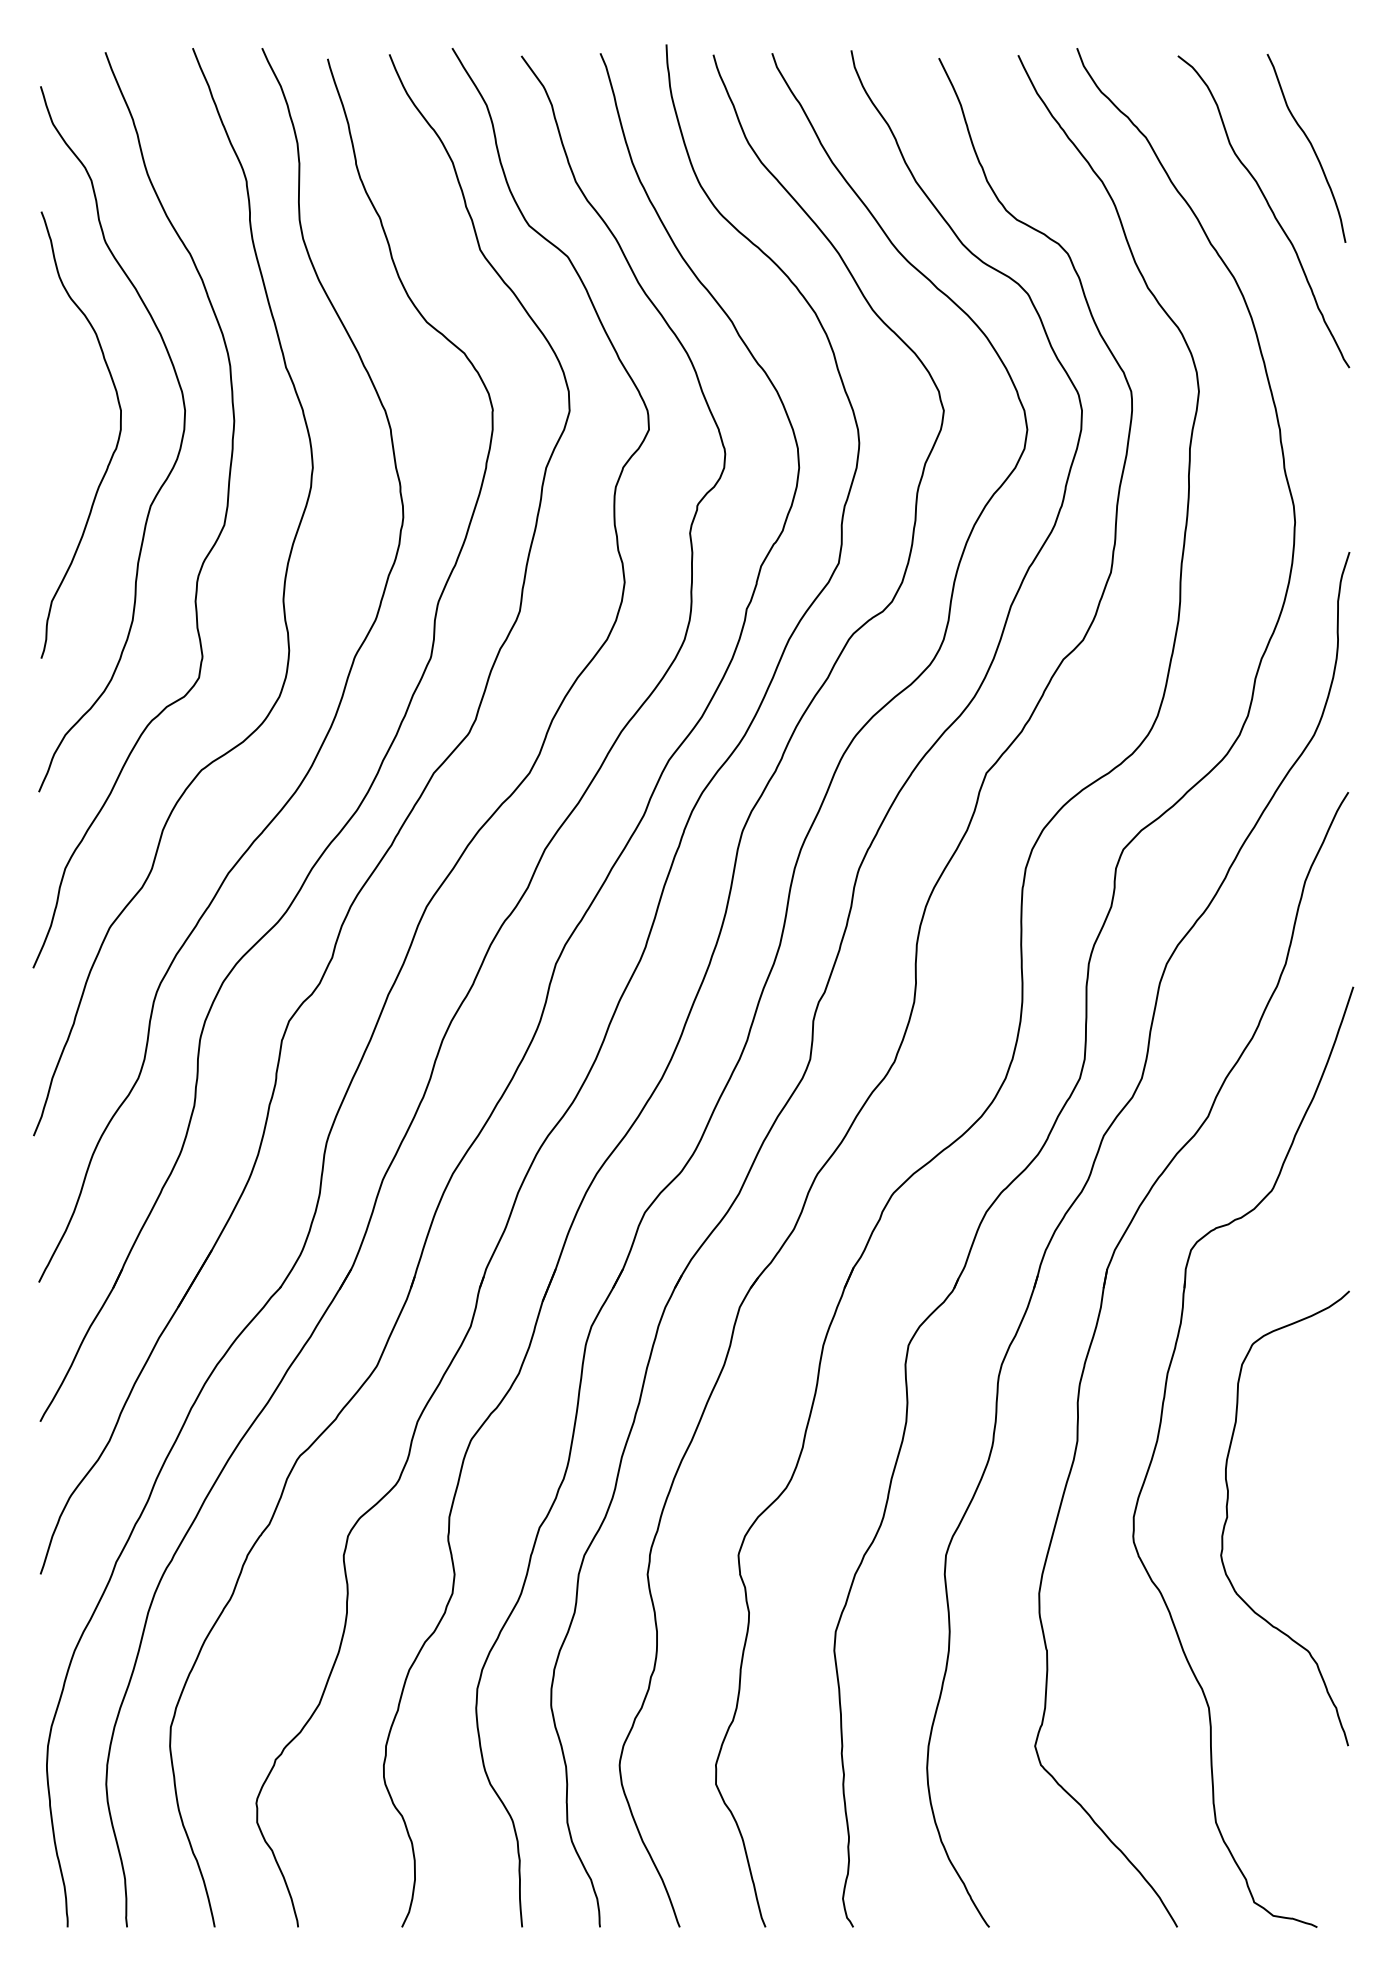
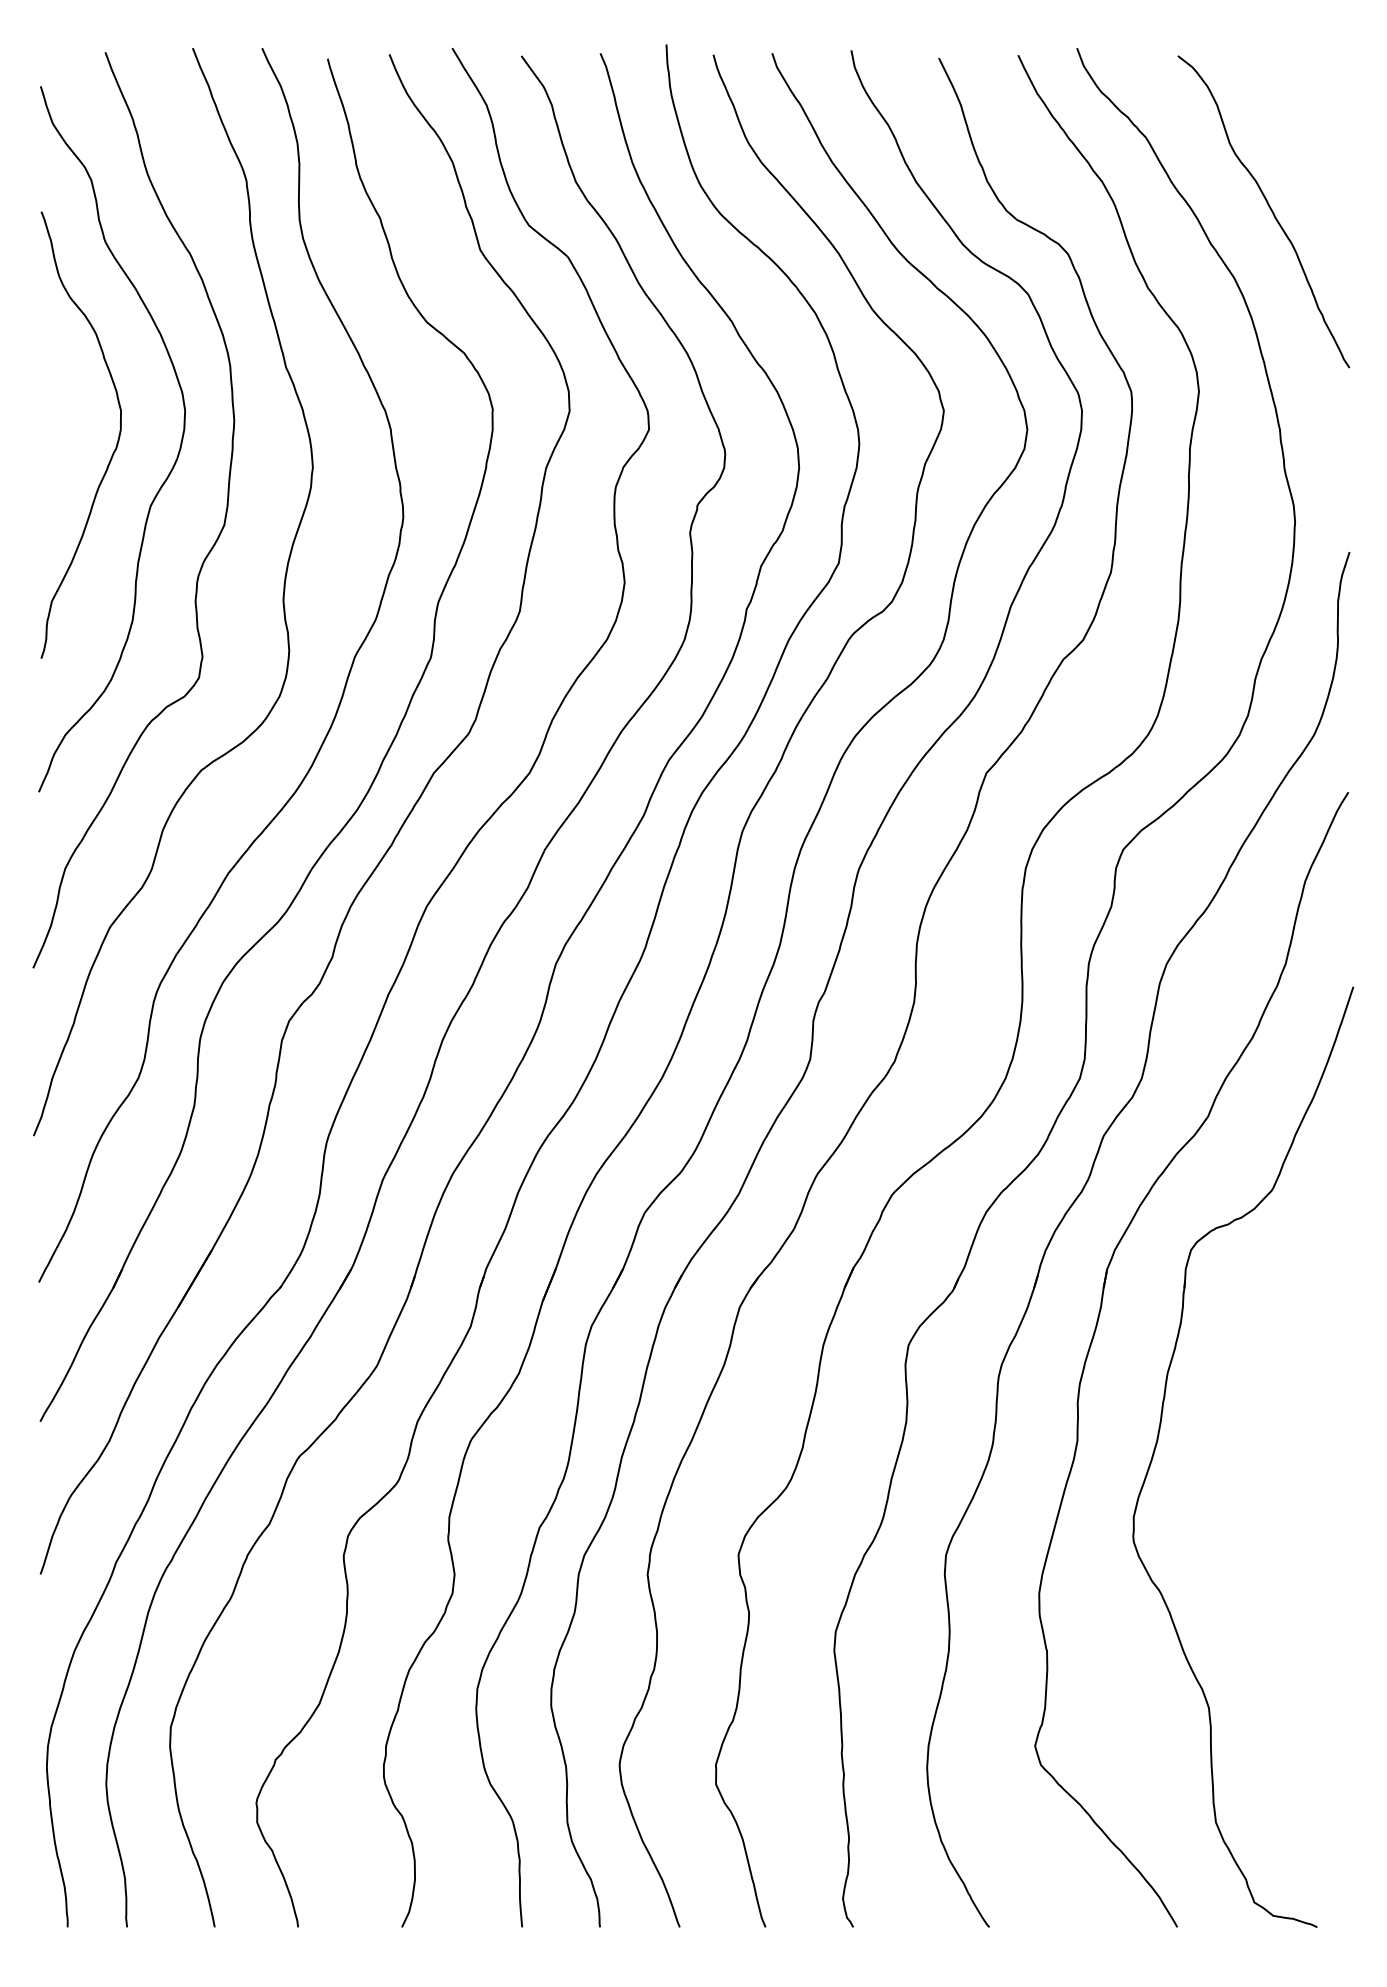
curve at (1310, 145): present -> none
curve at (1228, 1517): present -> none
